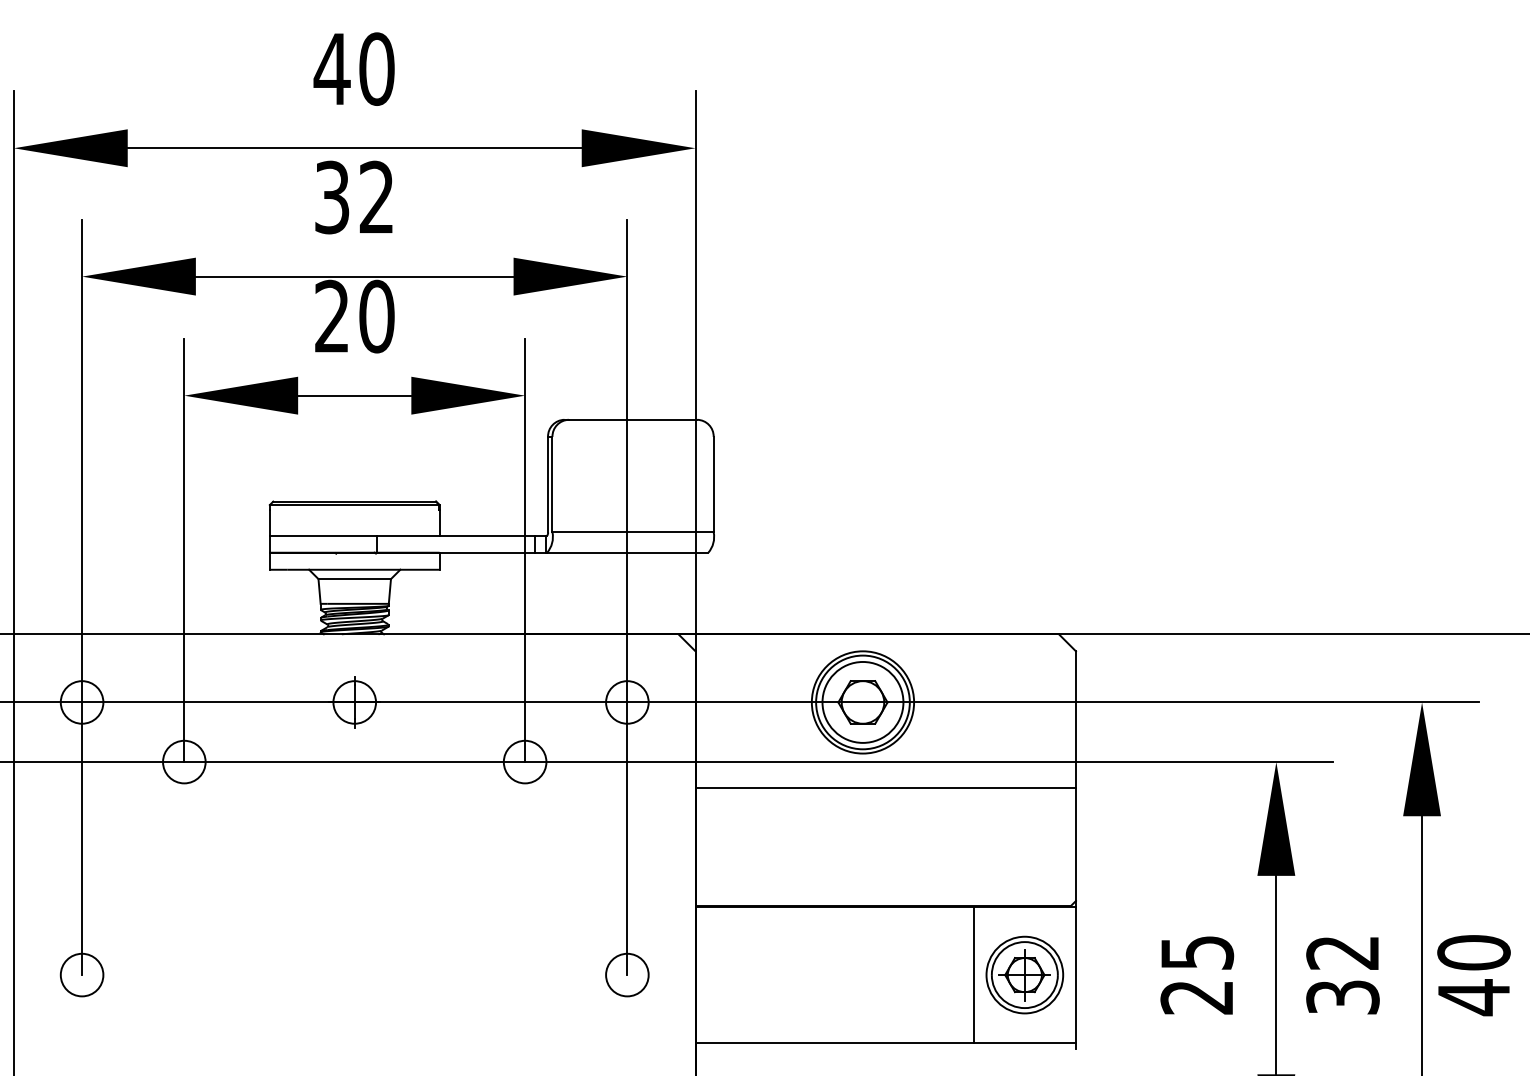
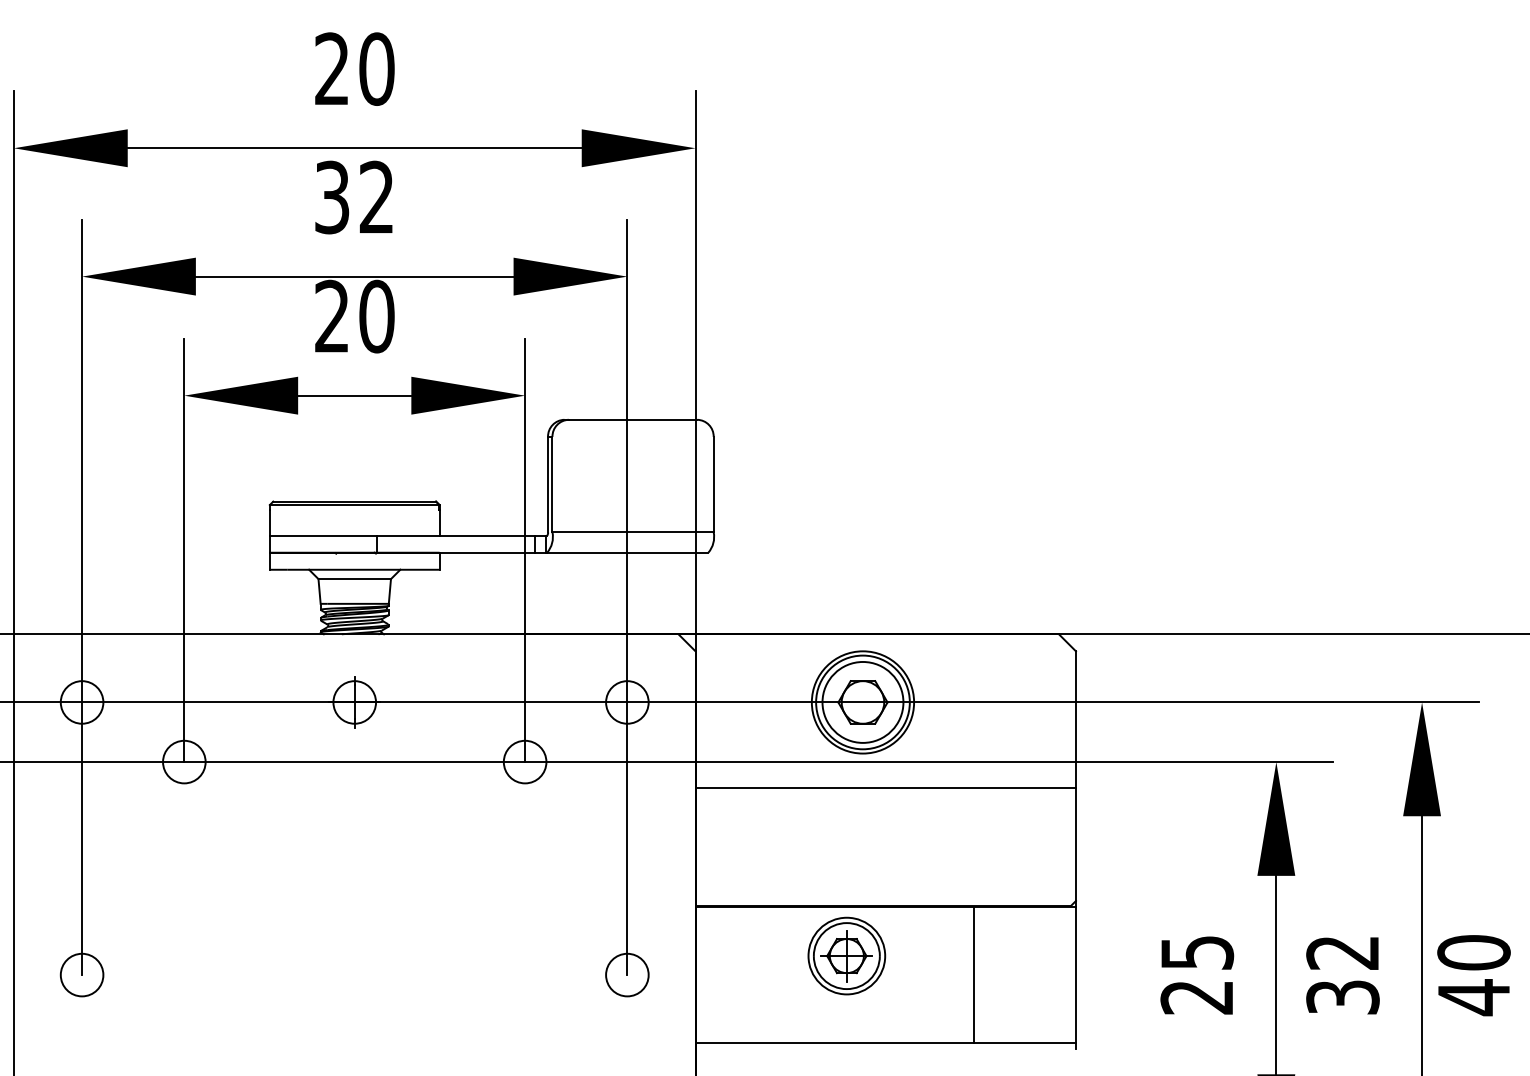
text at (331, 68): 40 -> 20
part at (1024, 974) position: (1024, 974) -> (846, 955)
